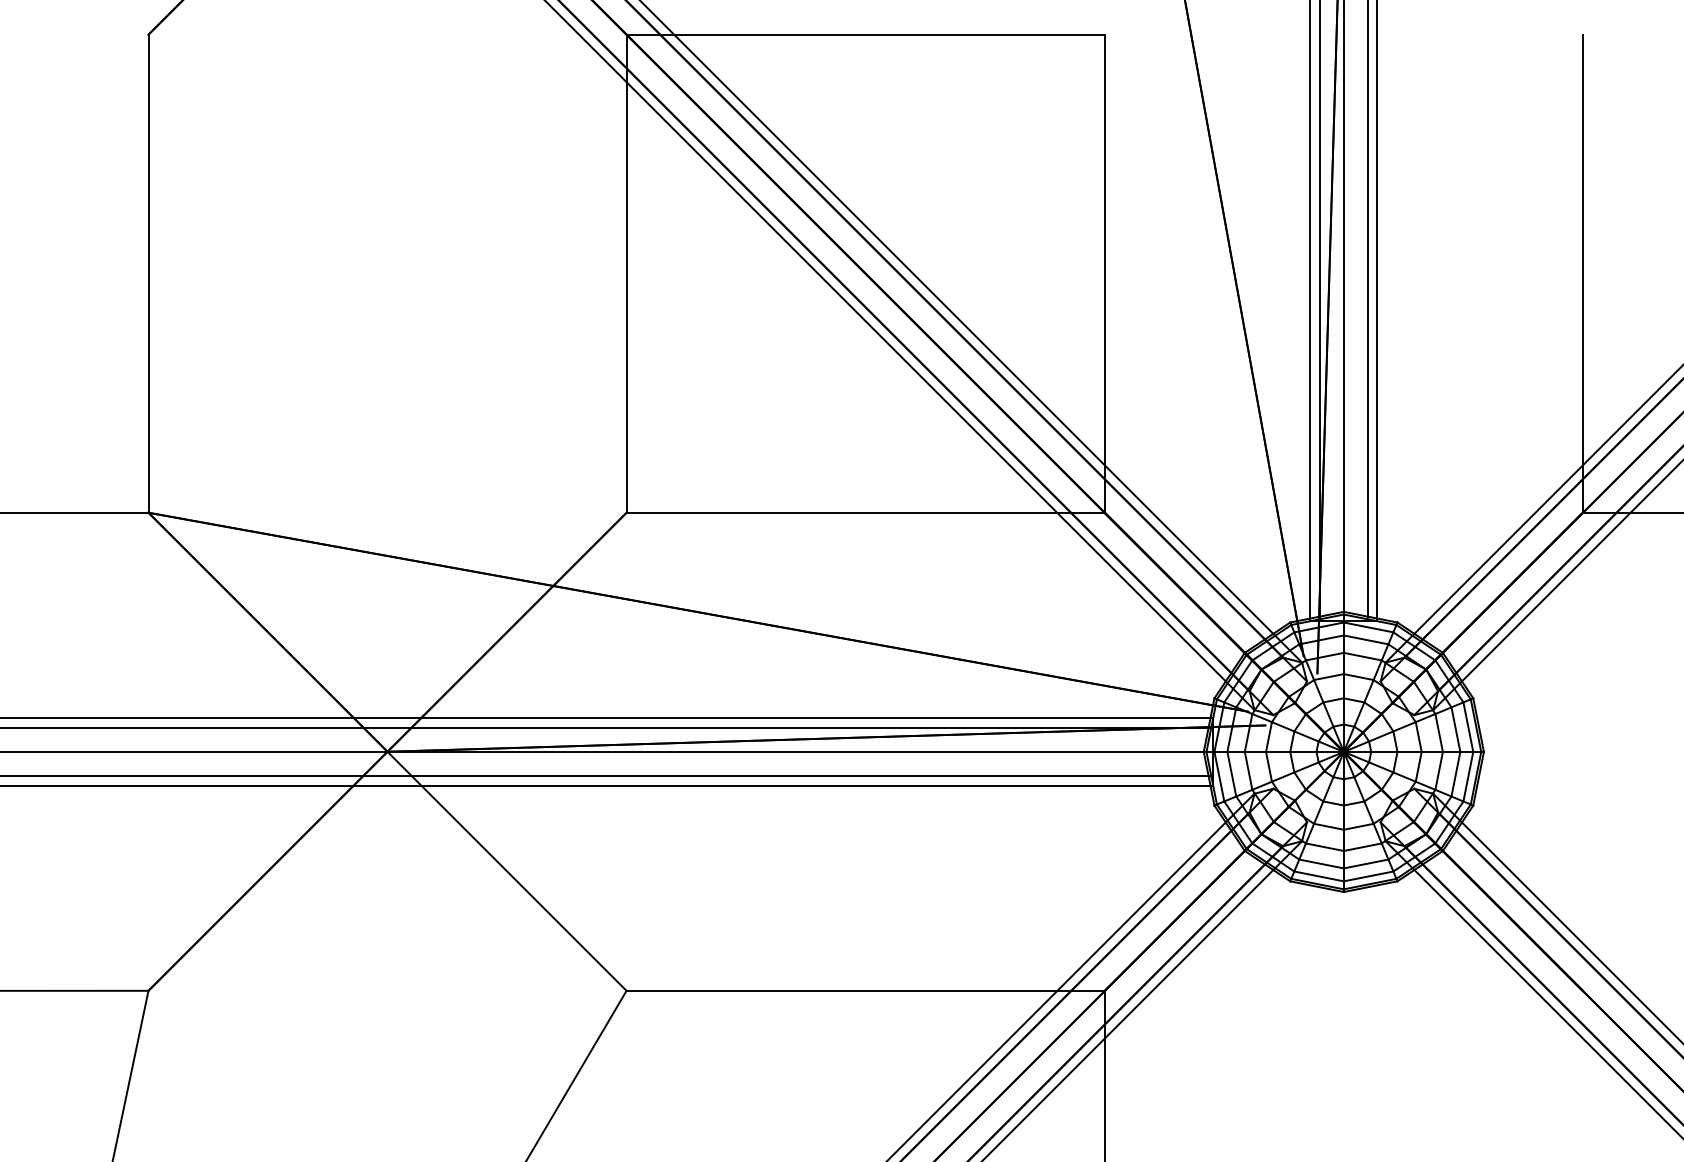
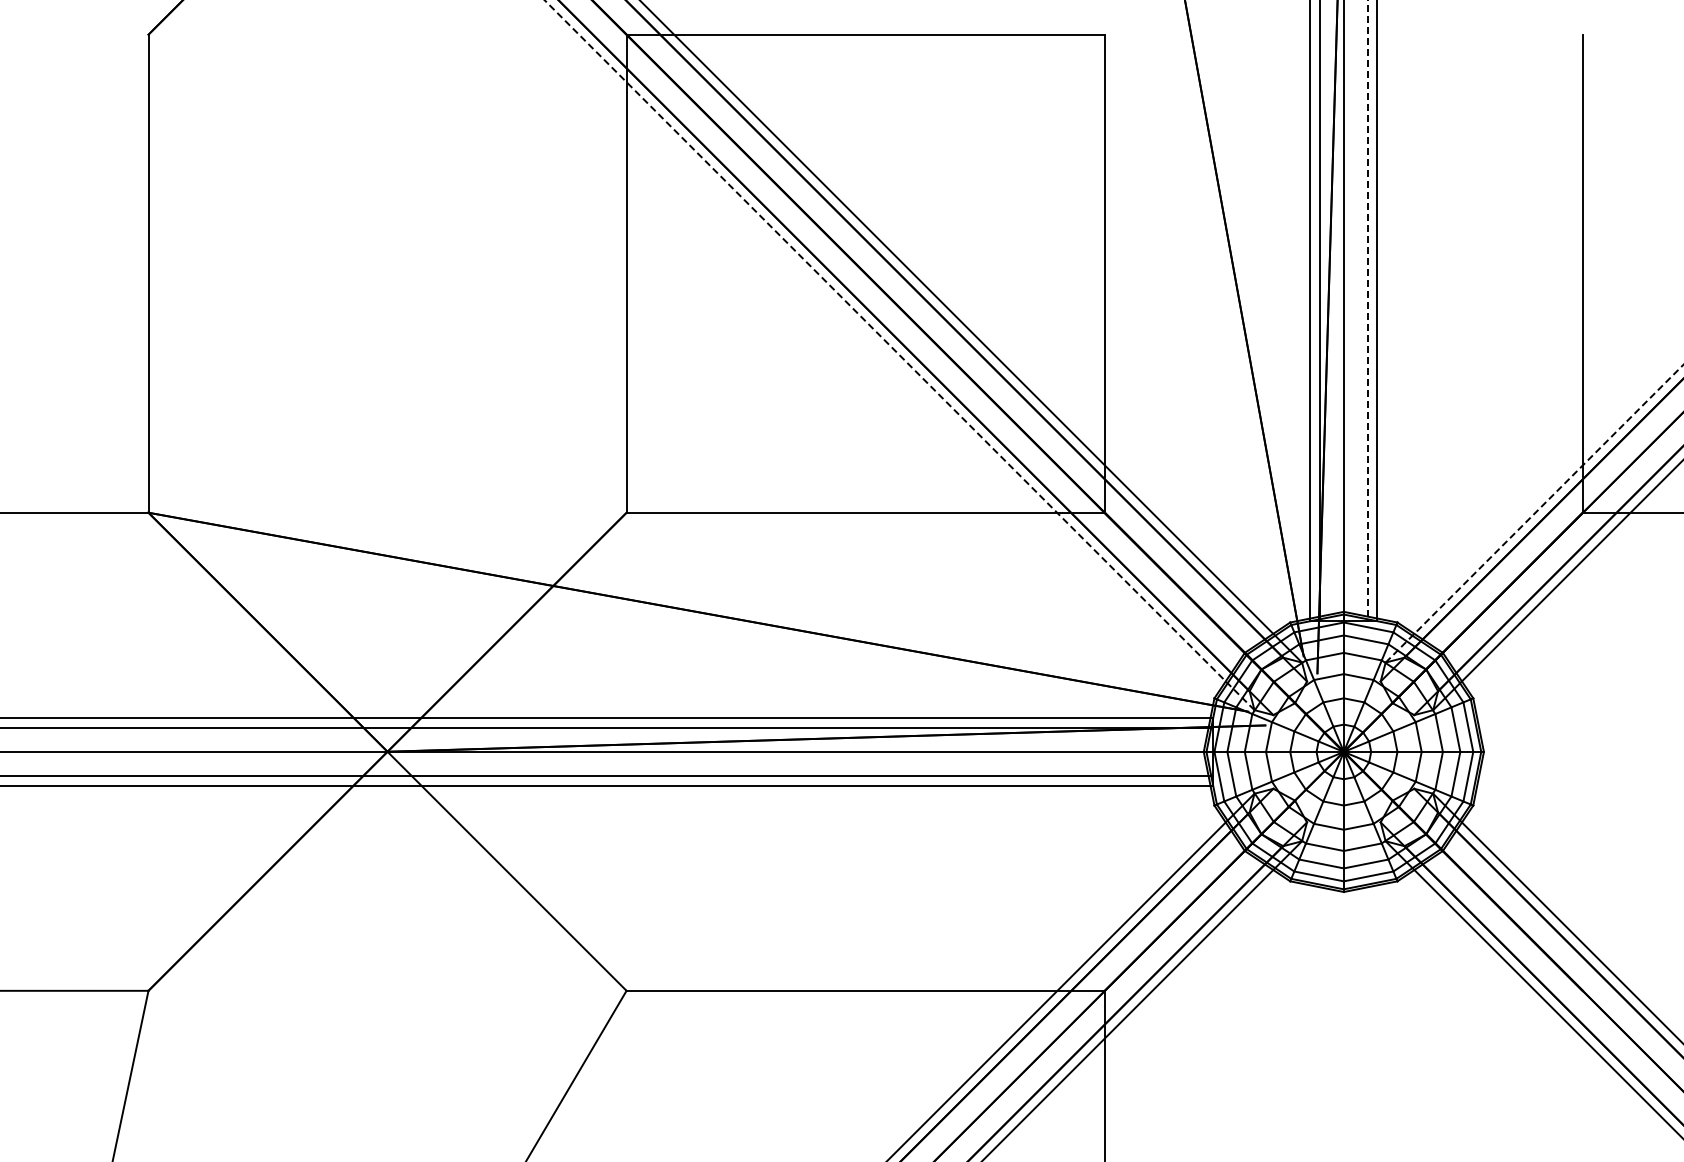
line at (1367, 310): solid -> dashed
line at (899, 355): solid -> dashed
line at (1534, 513): solid -> dashed
